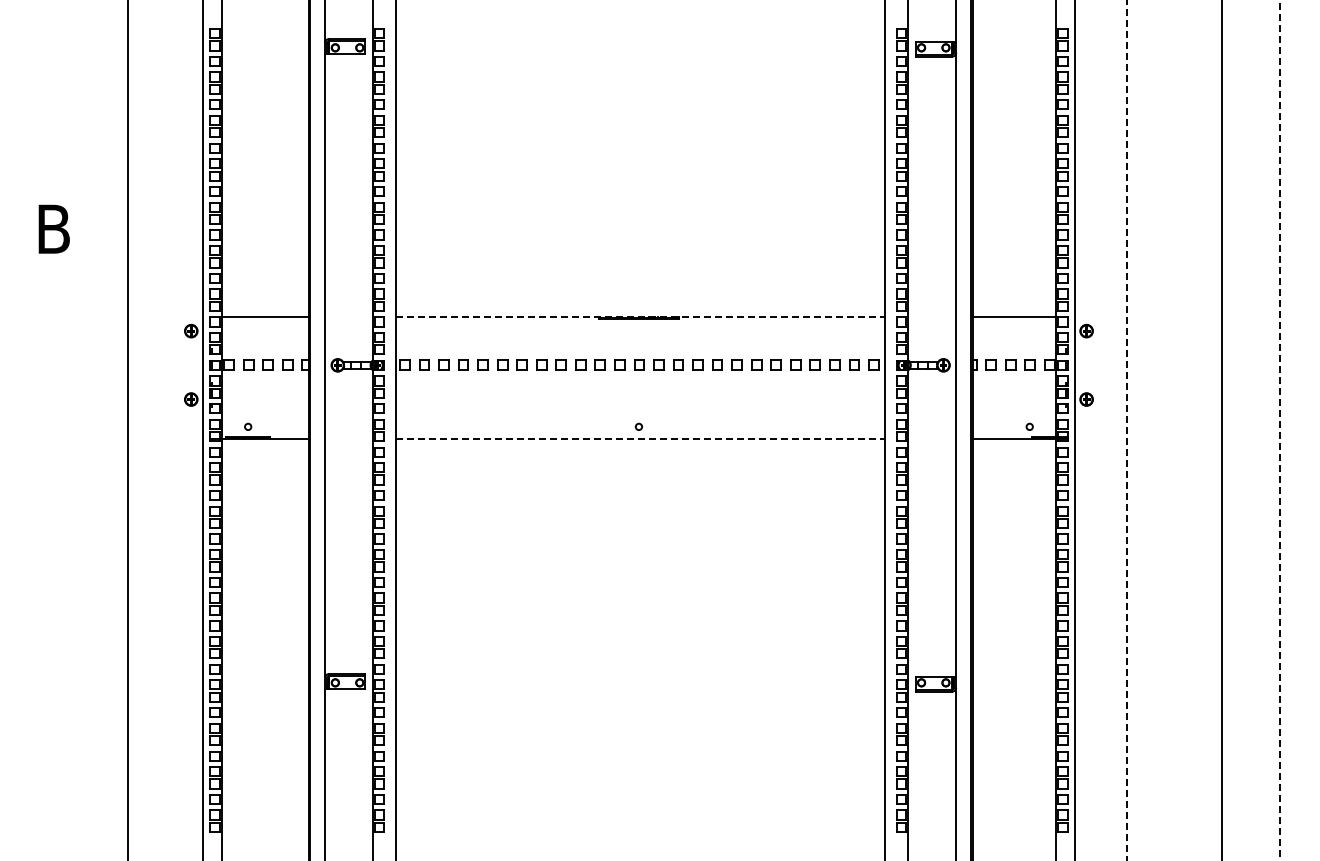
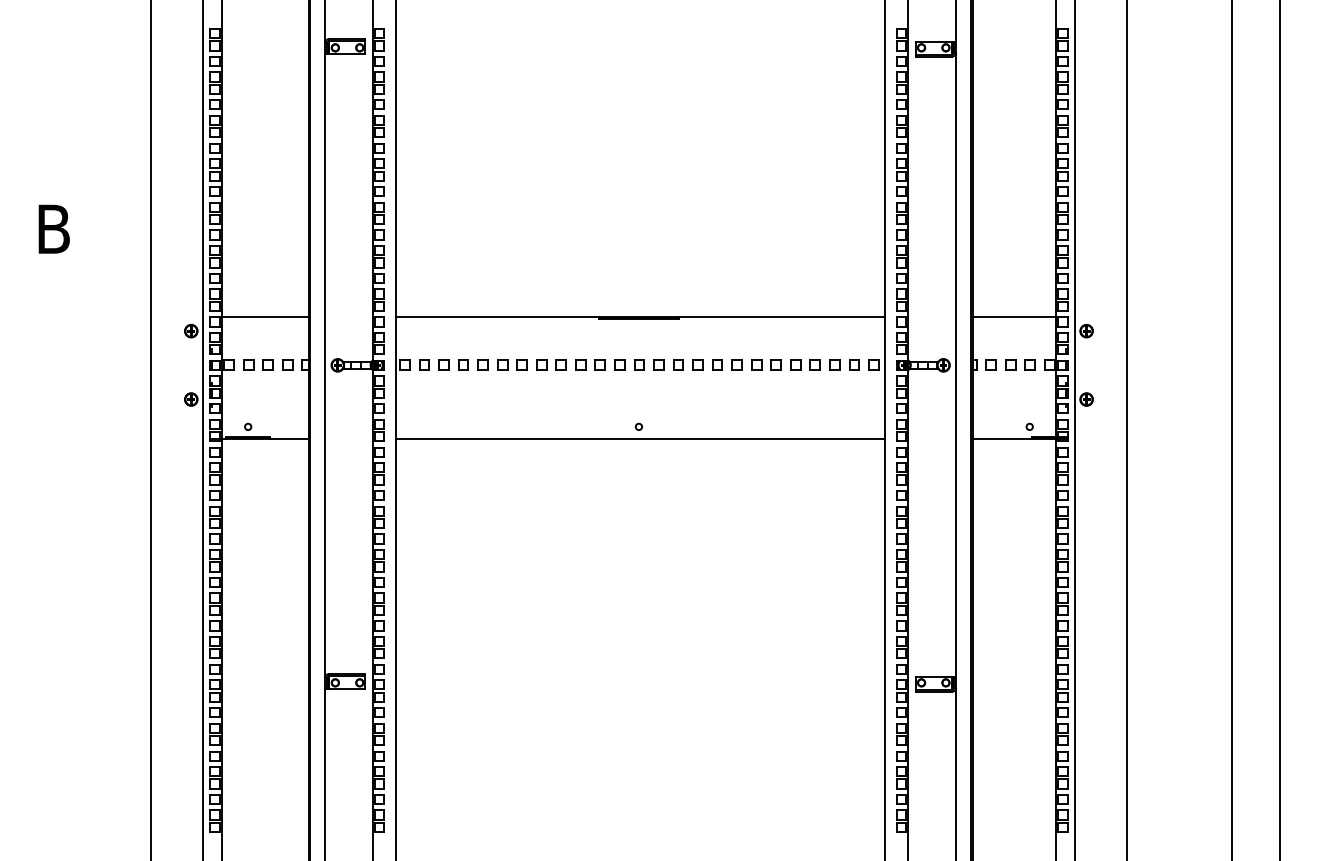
line at (641, 317): dashed -> solid
line at (127, 429) position: (127, 429) -> (150, 429)
line at (1221, 429) position: (1221, 429) -> (1231, 429)
line at (1280, 429): dashed -> solid
line at (1127, 430): dashed -> solid
line at (641, 439): dashed -> solid
